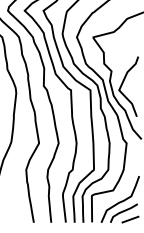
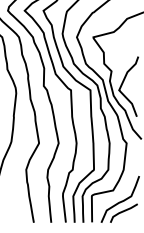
line at (130, 219): present -> none
